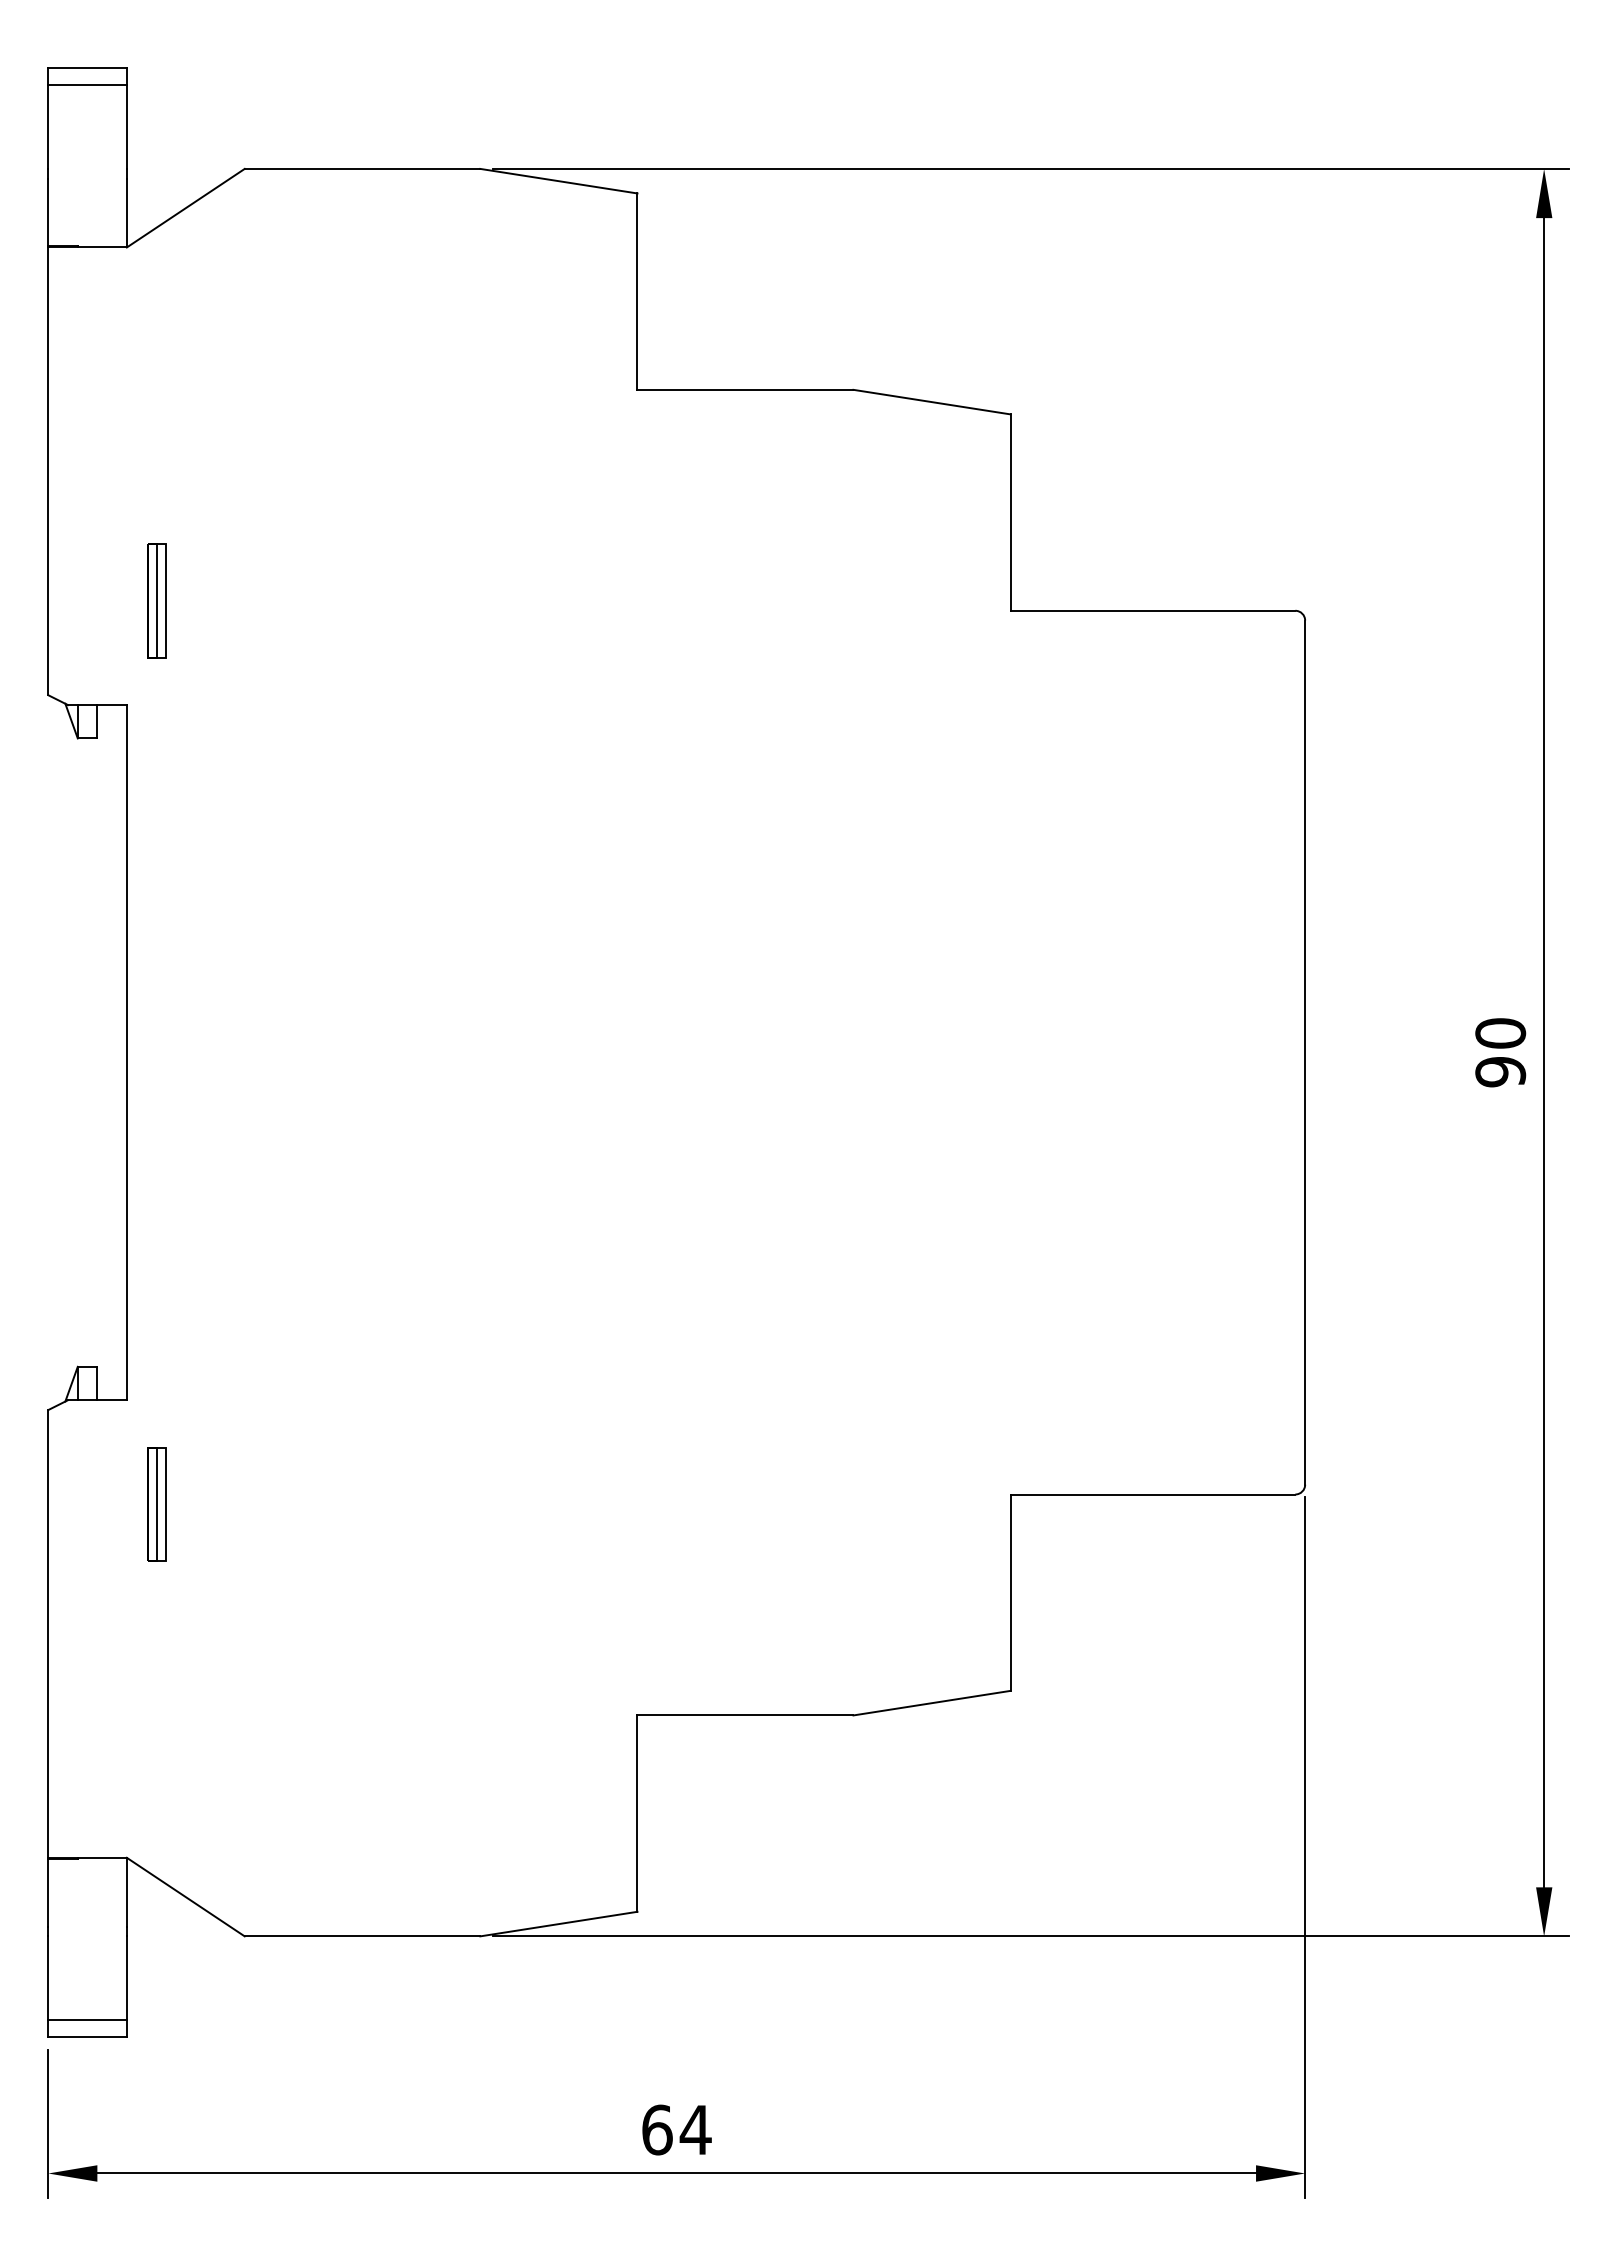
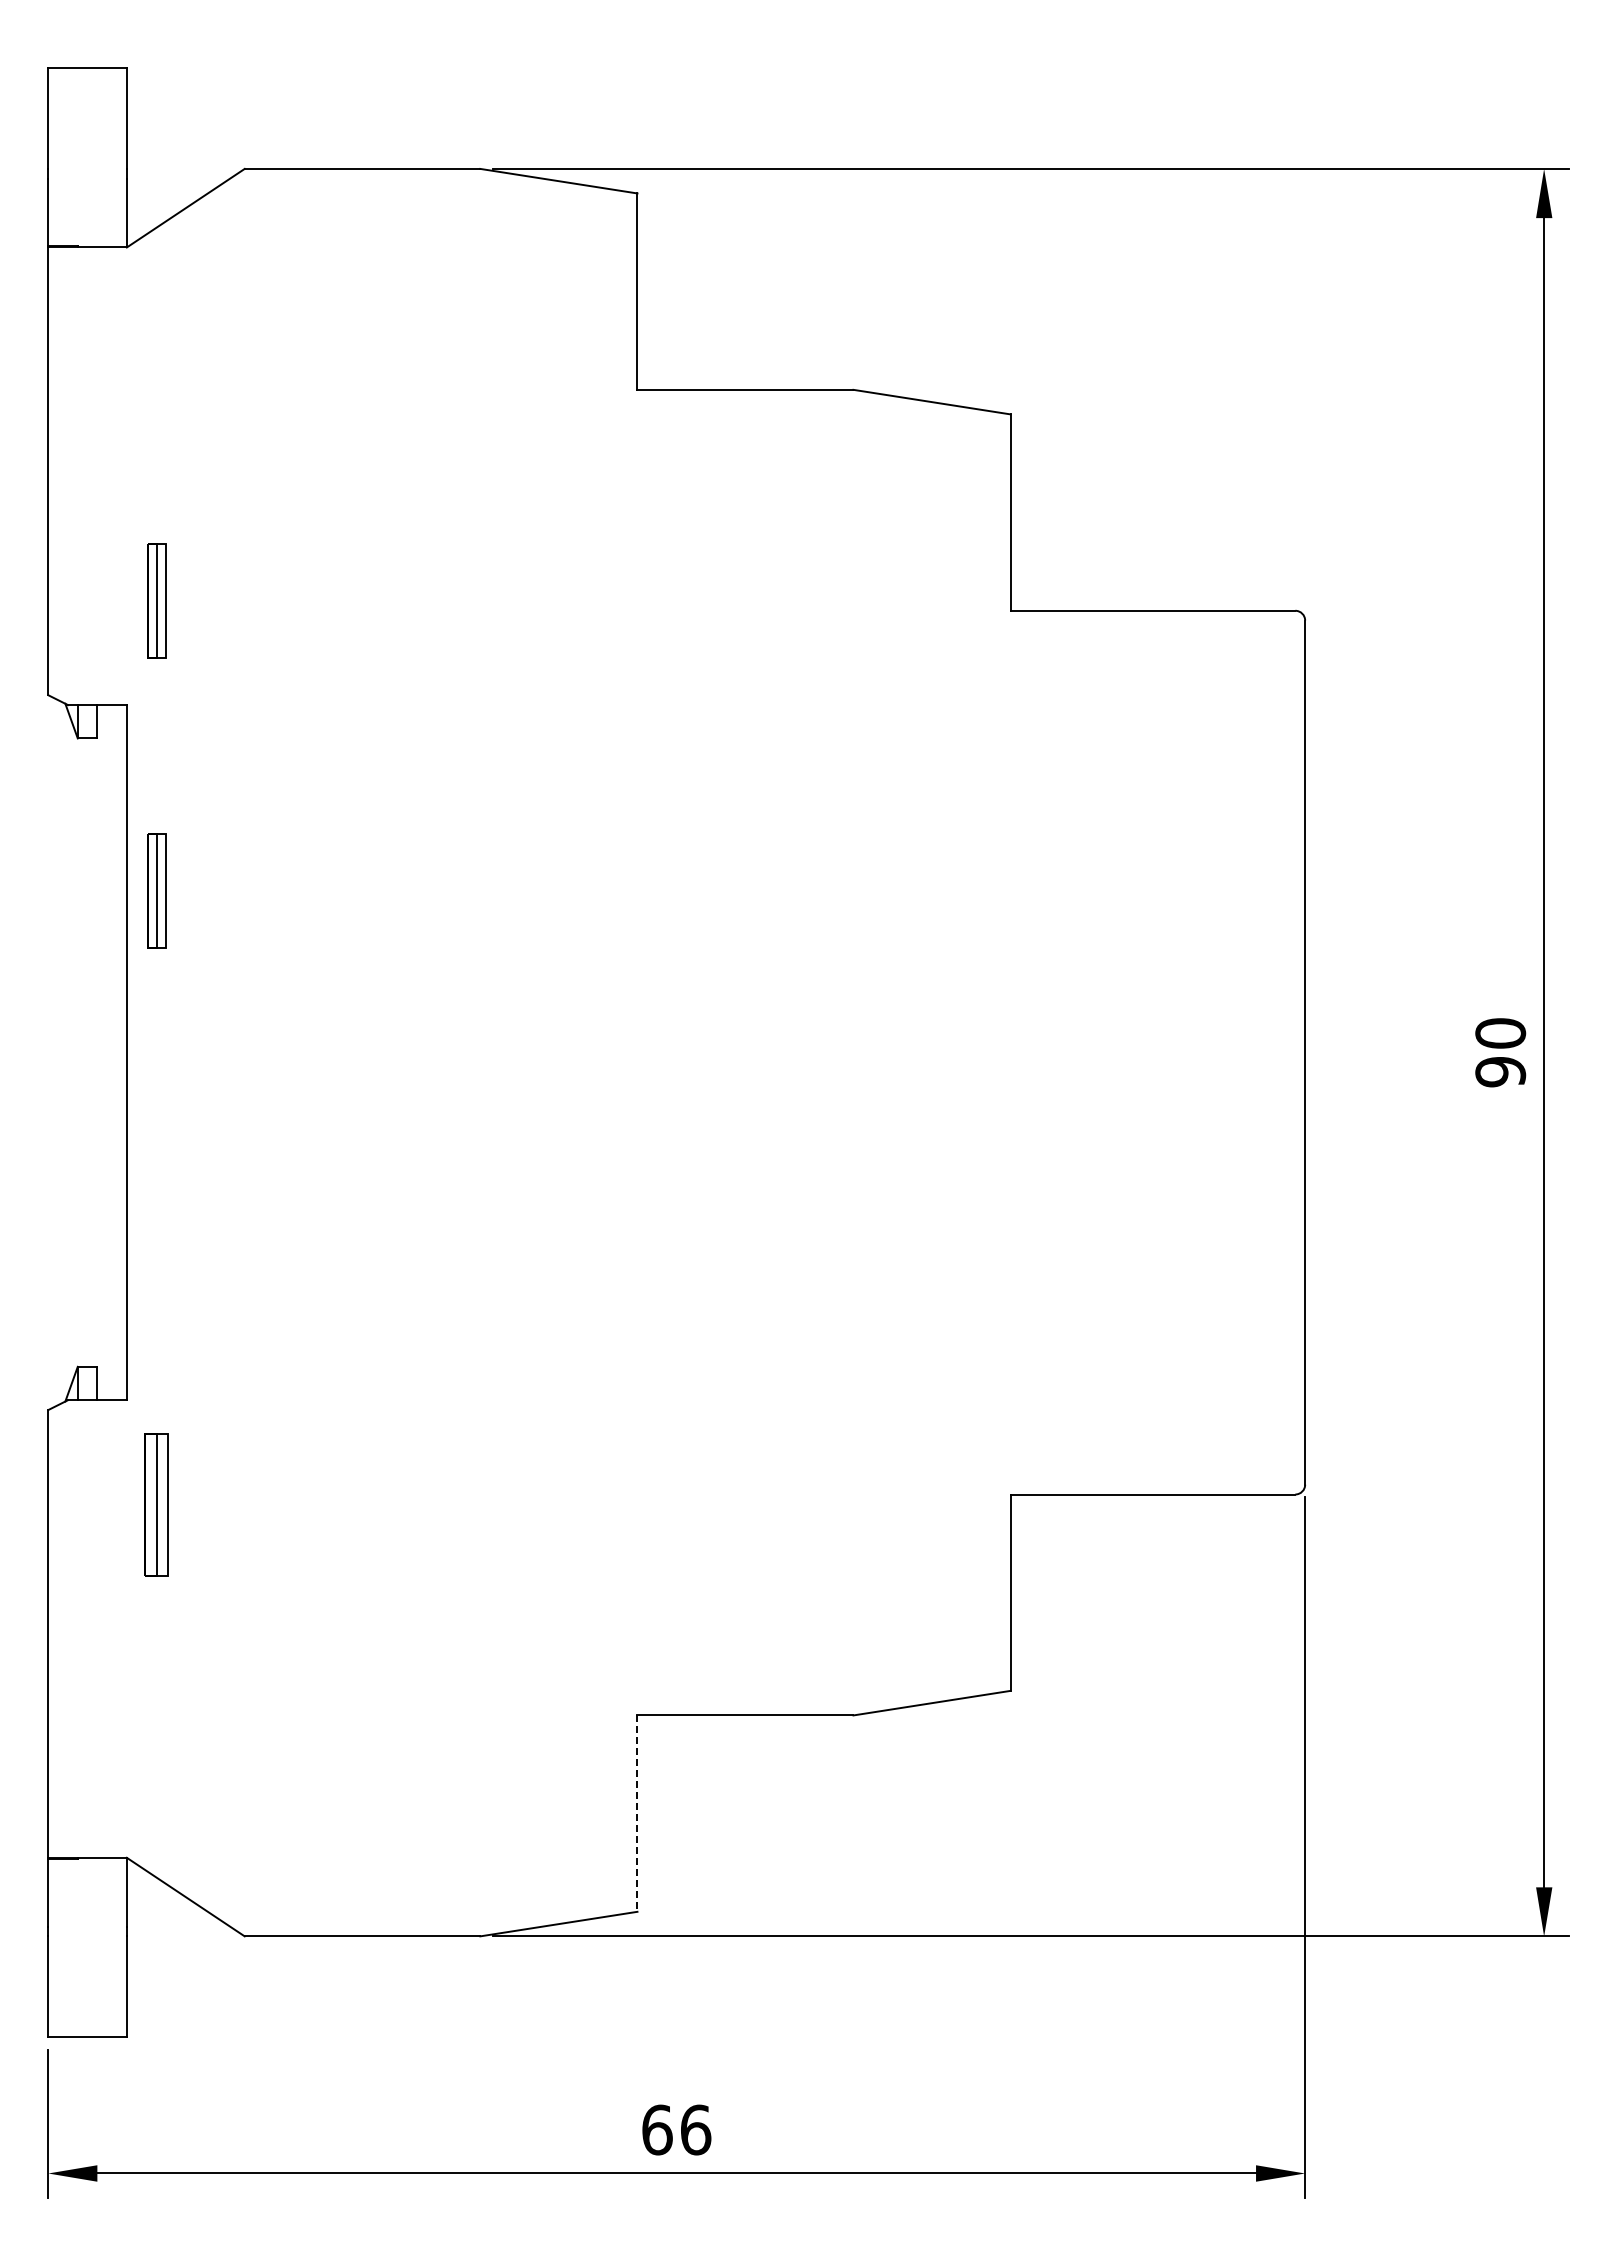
line at (87, 84): present -> none
part at (156, 890): none -> present
part at (156, 1504) size: 20x115 px -> 25x144 px
line at (637, 1814): solid -> dashed
line at (87, 2020): present -> none
text at (695, 2129): 64 -> 66
